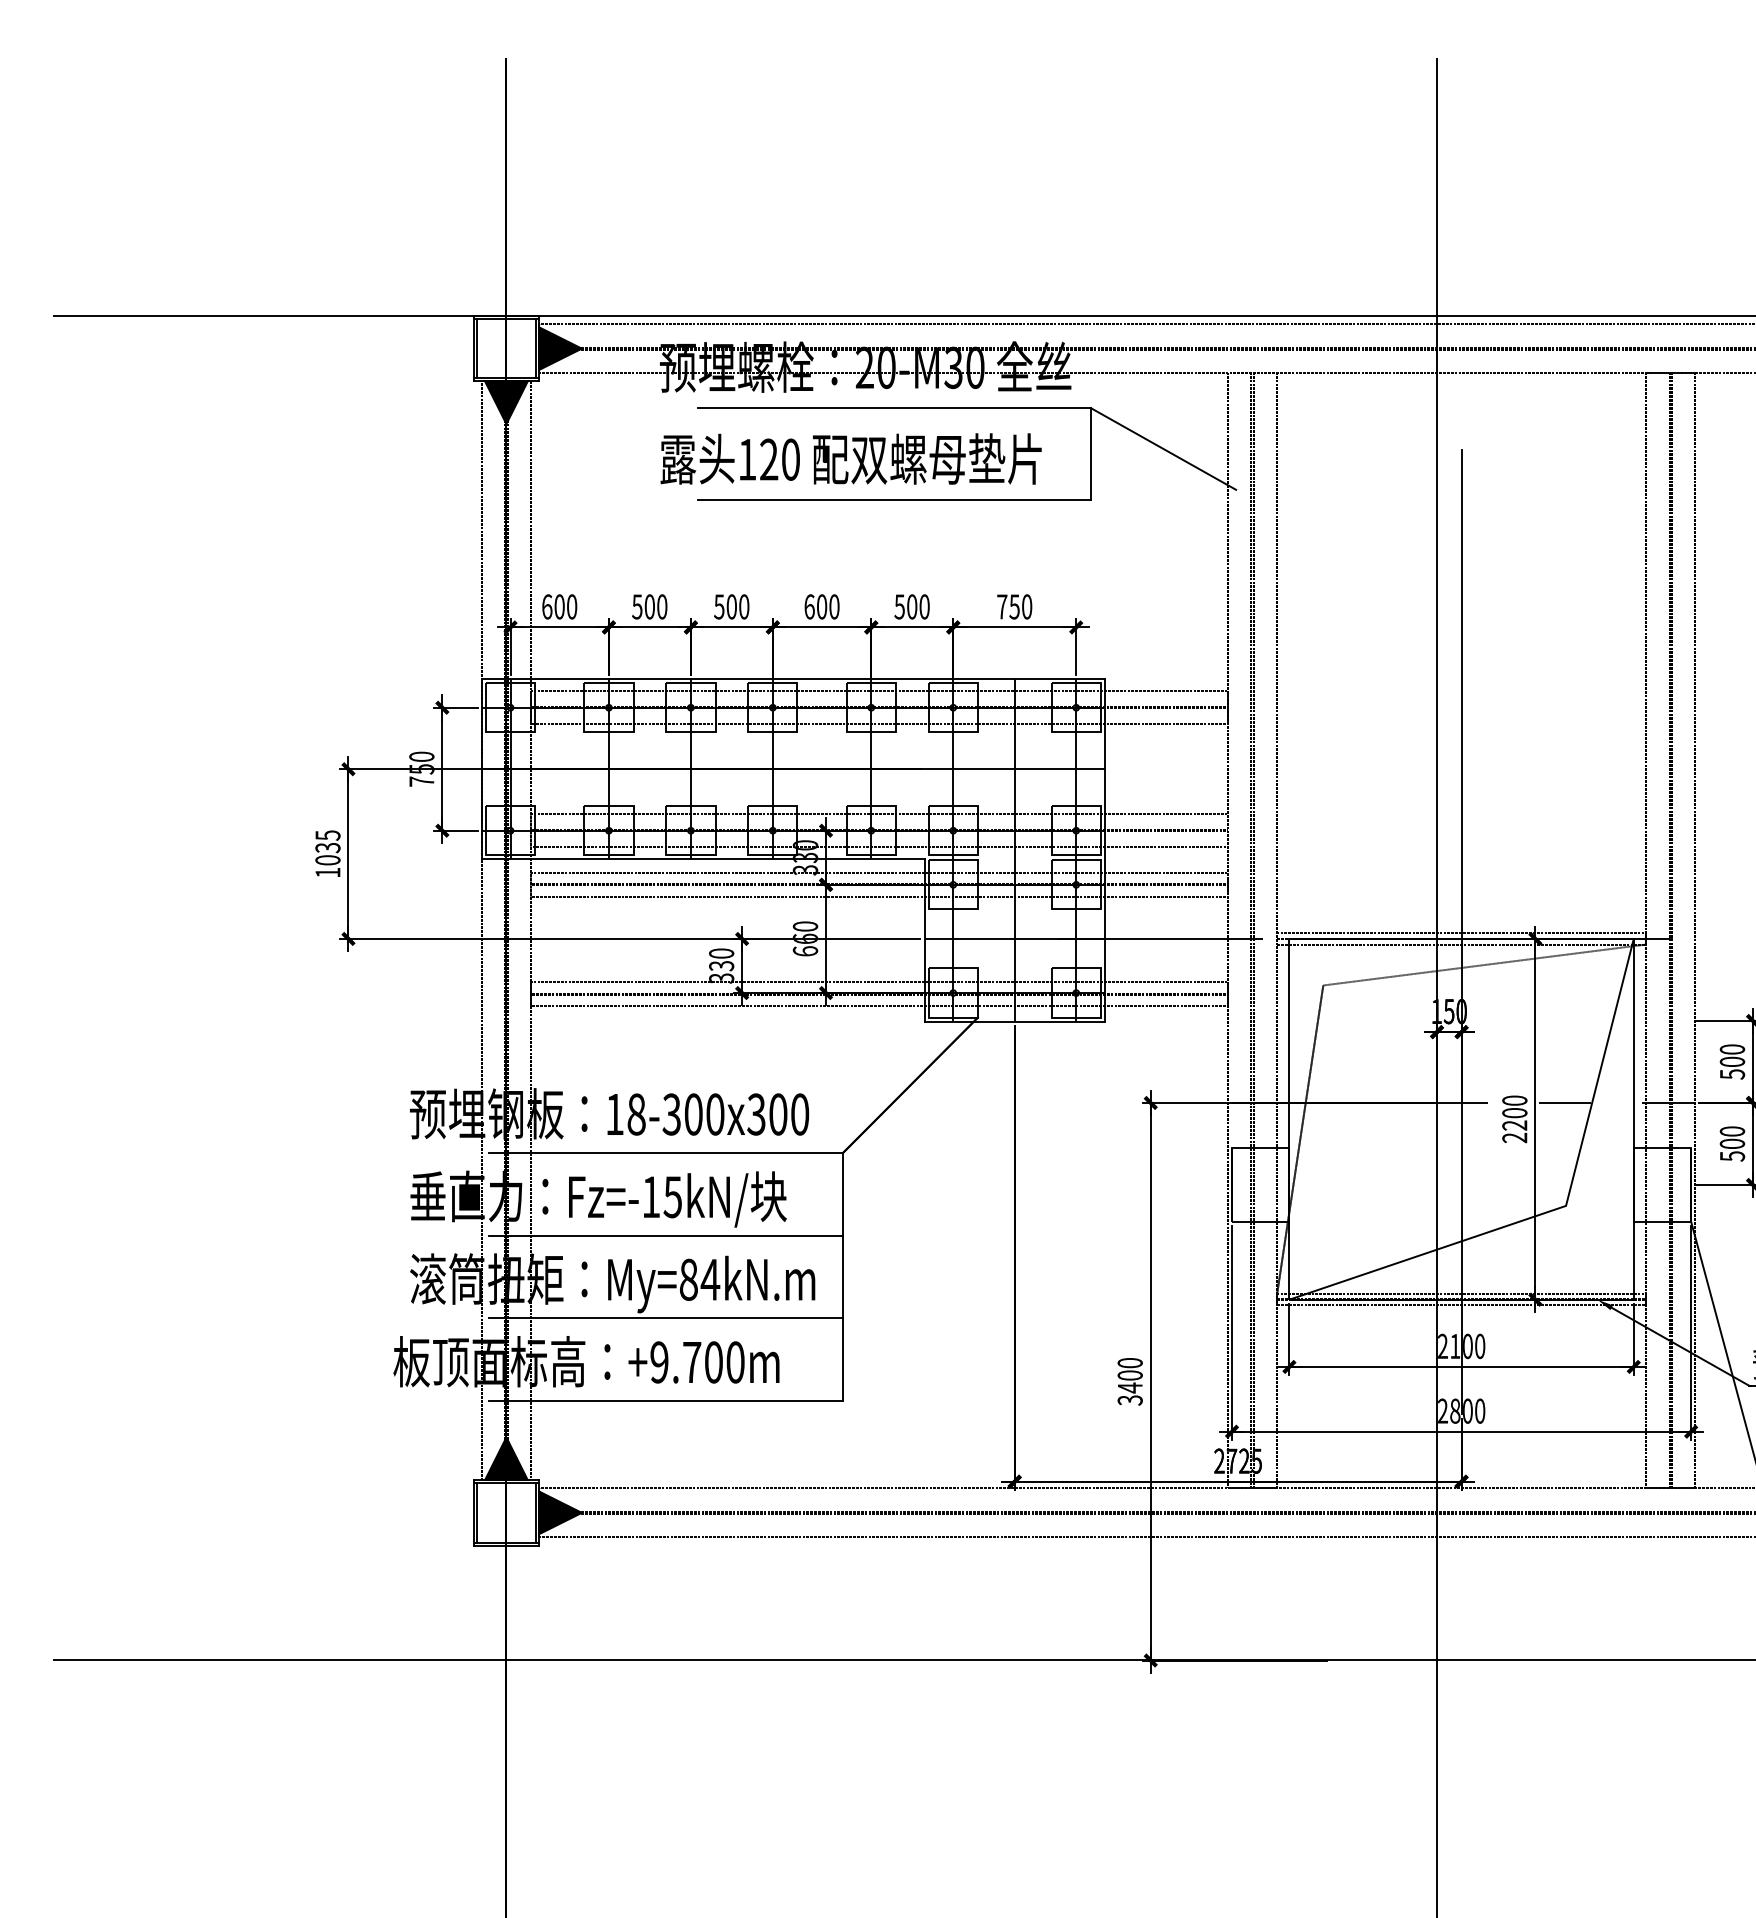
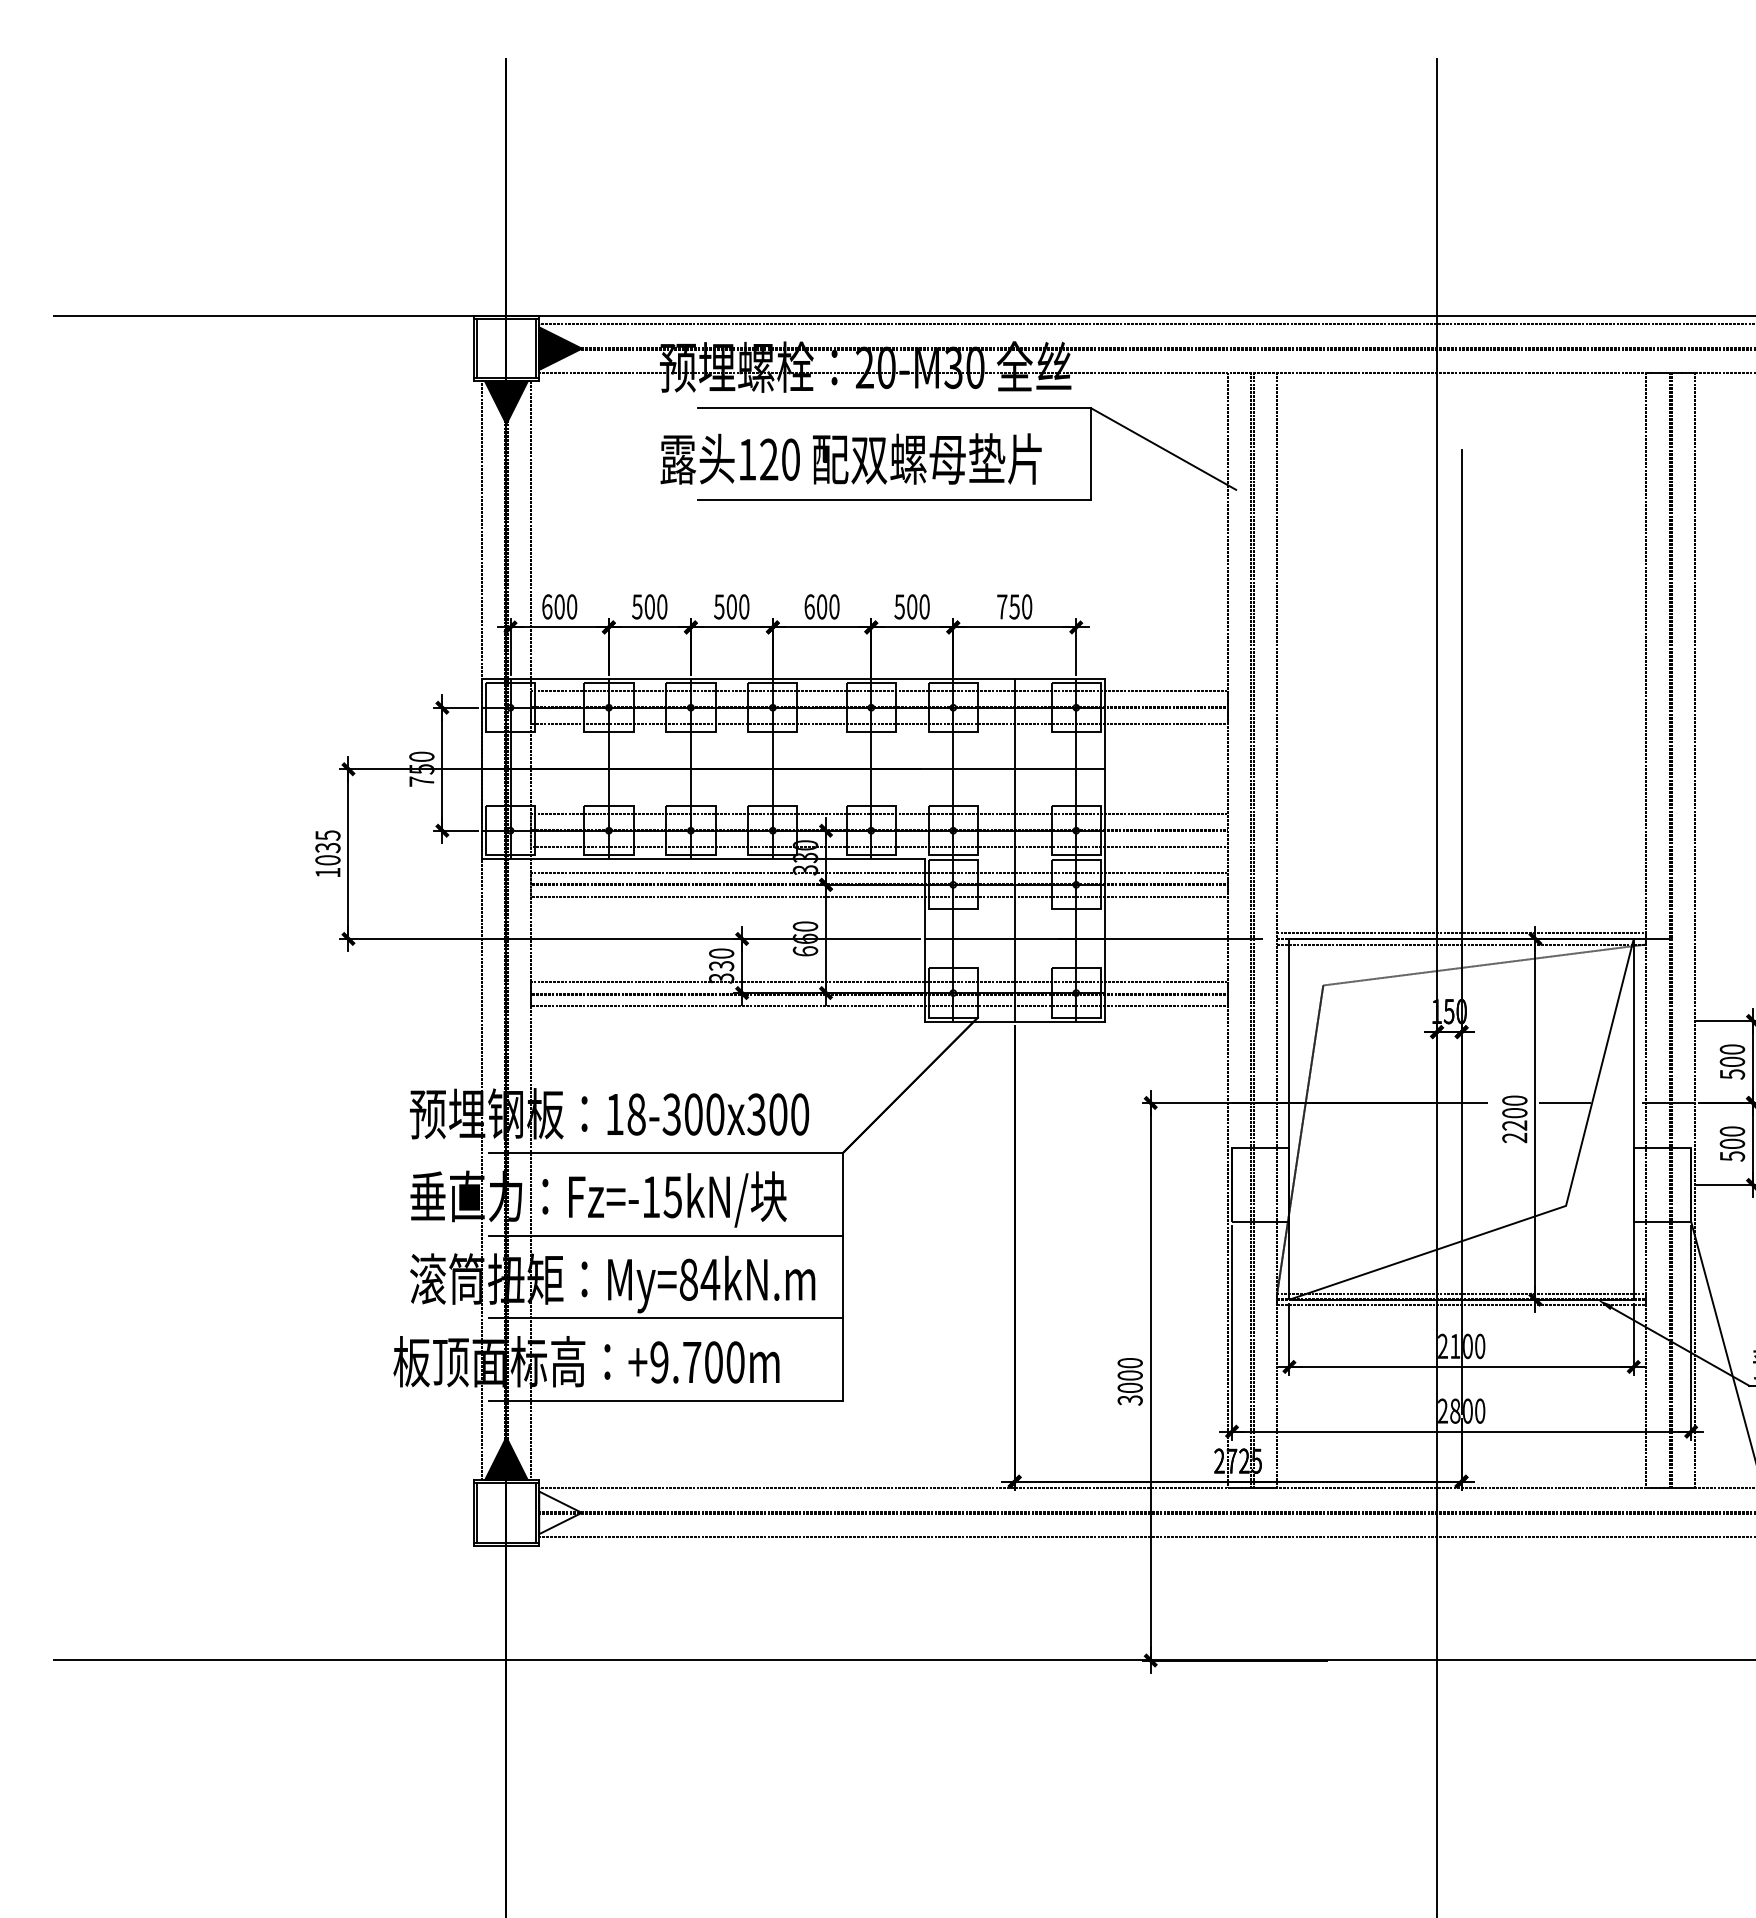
text at (1129, 1387): 3400 -> 3000
fill at (560, 1512): present -> none
